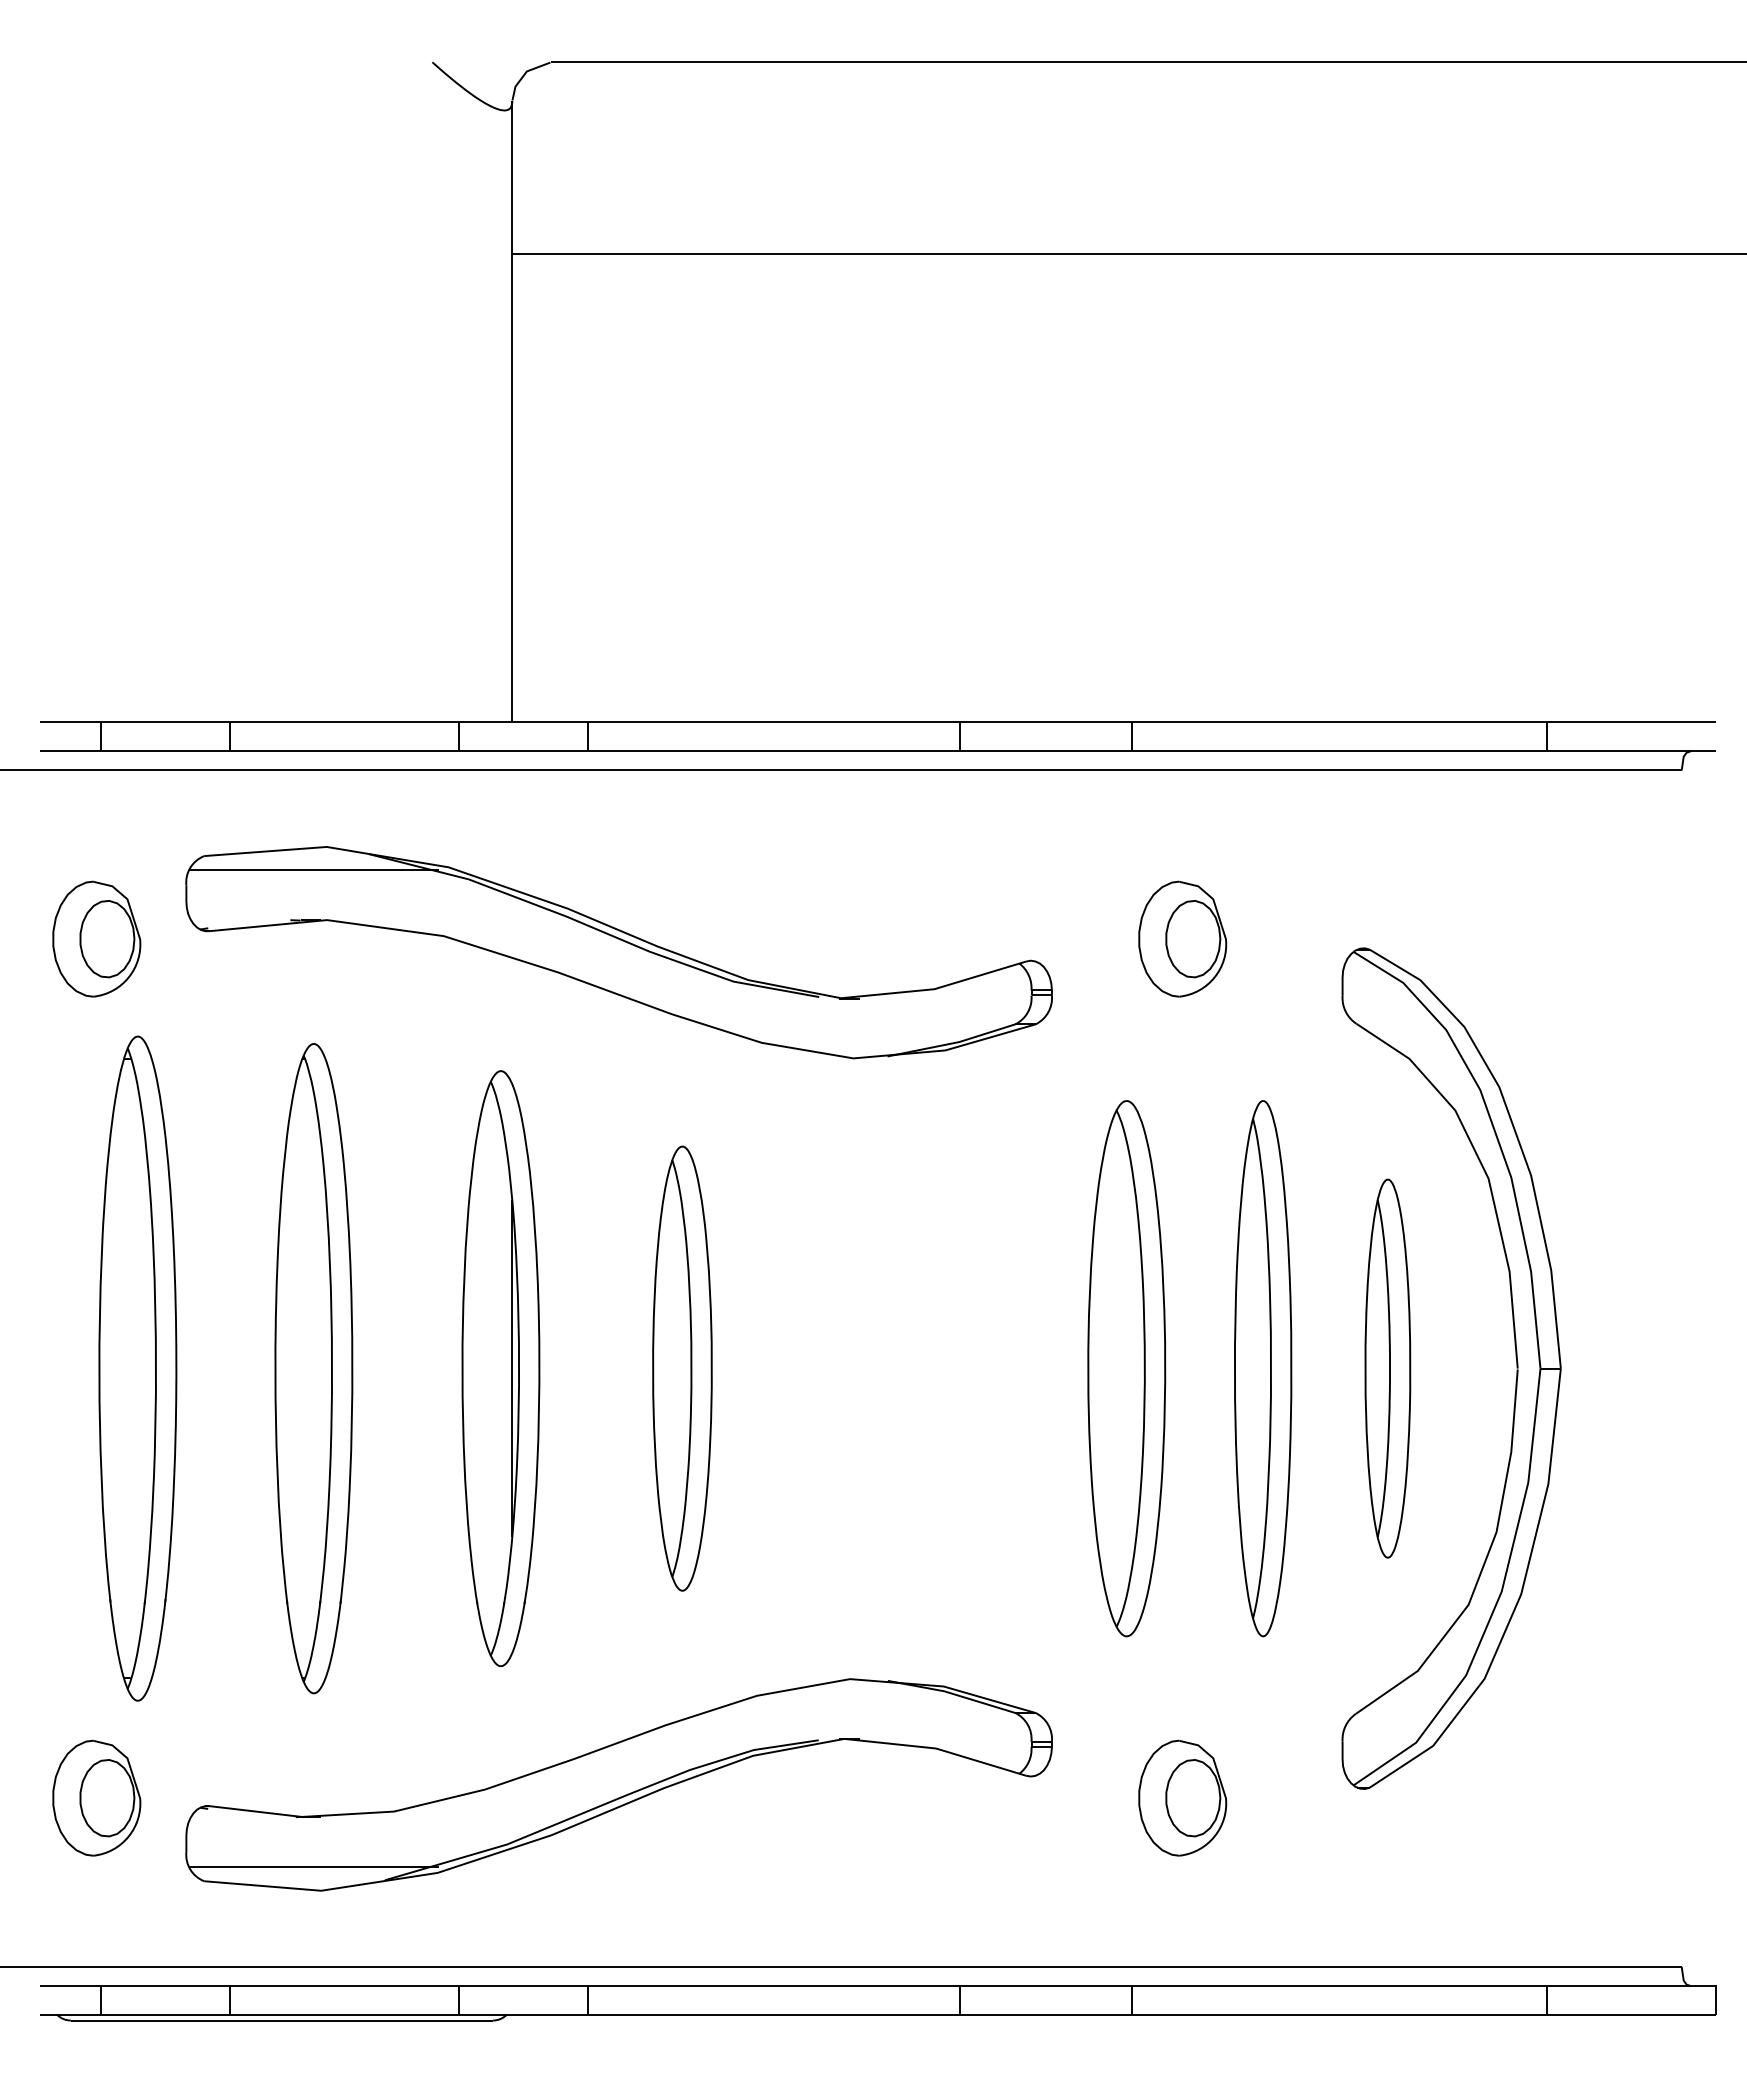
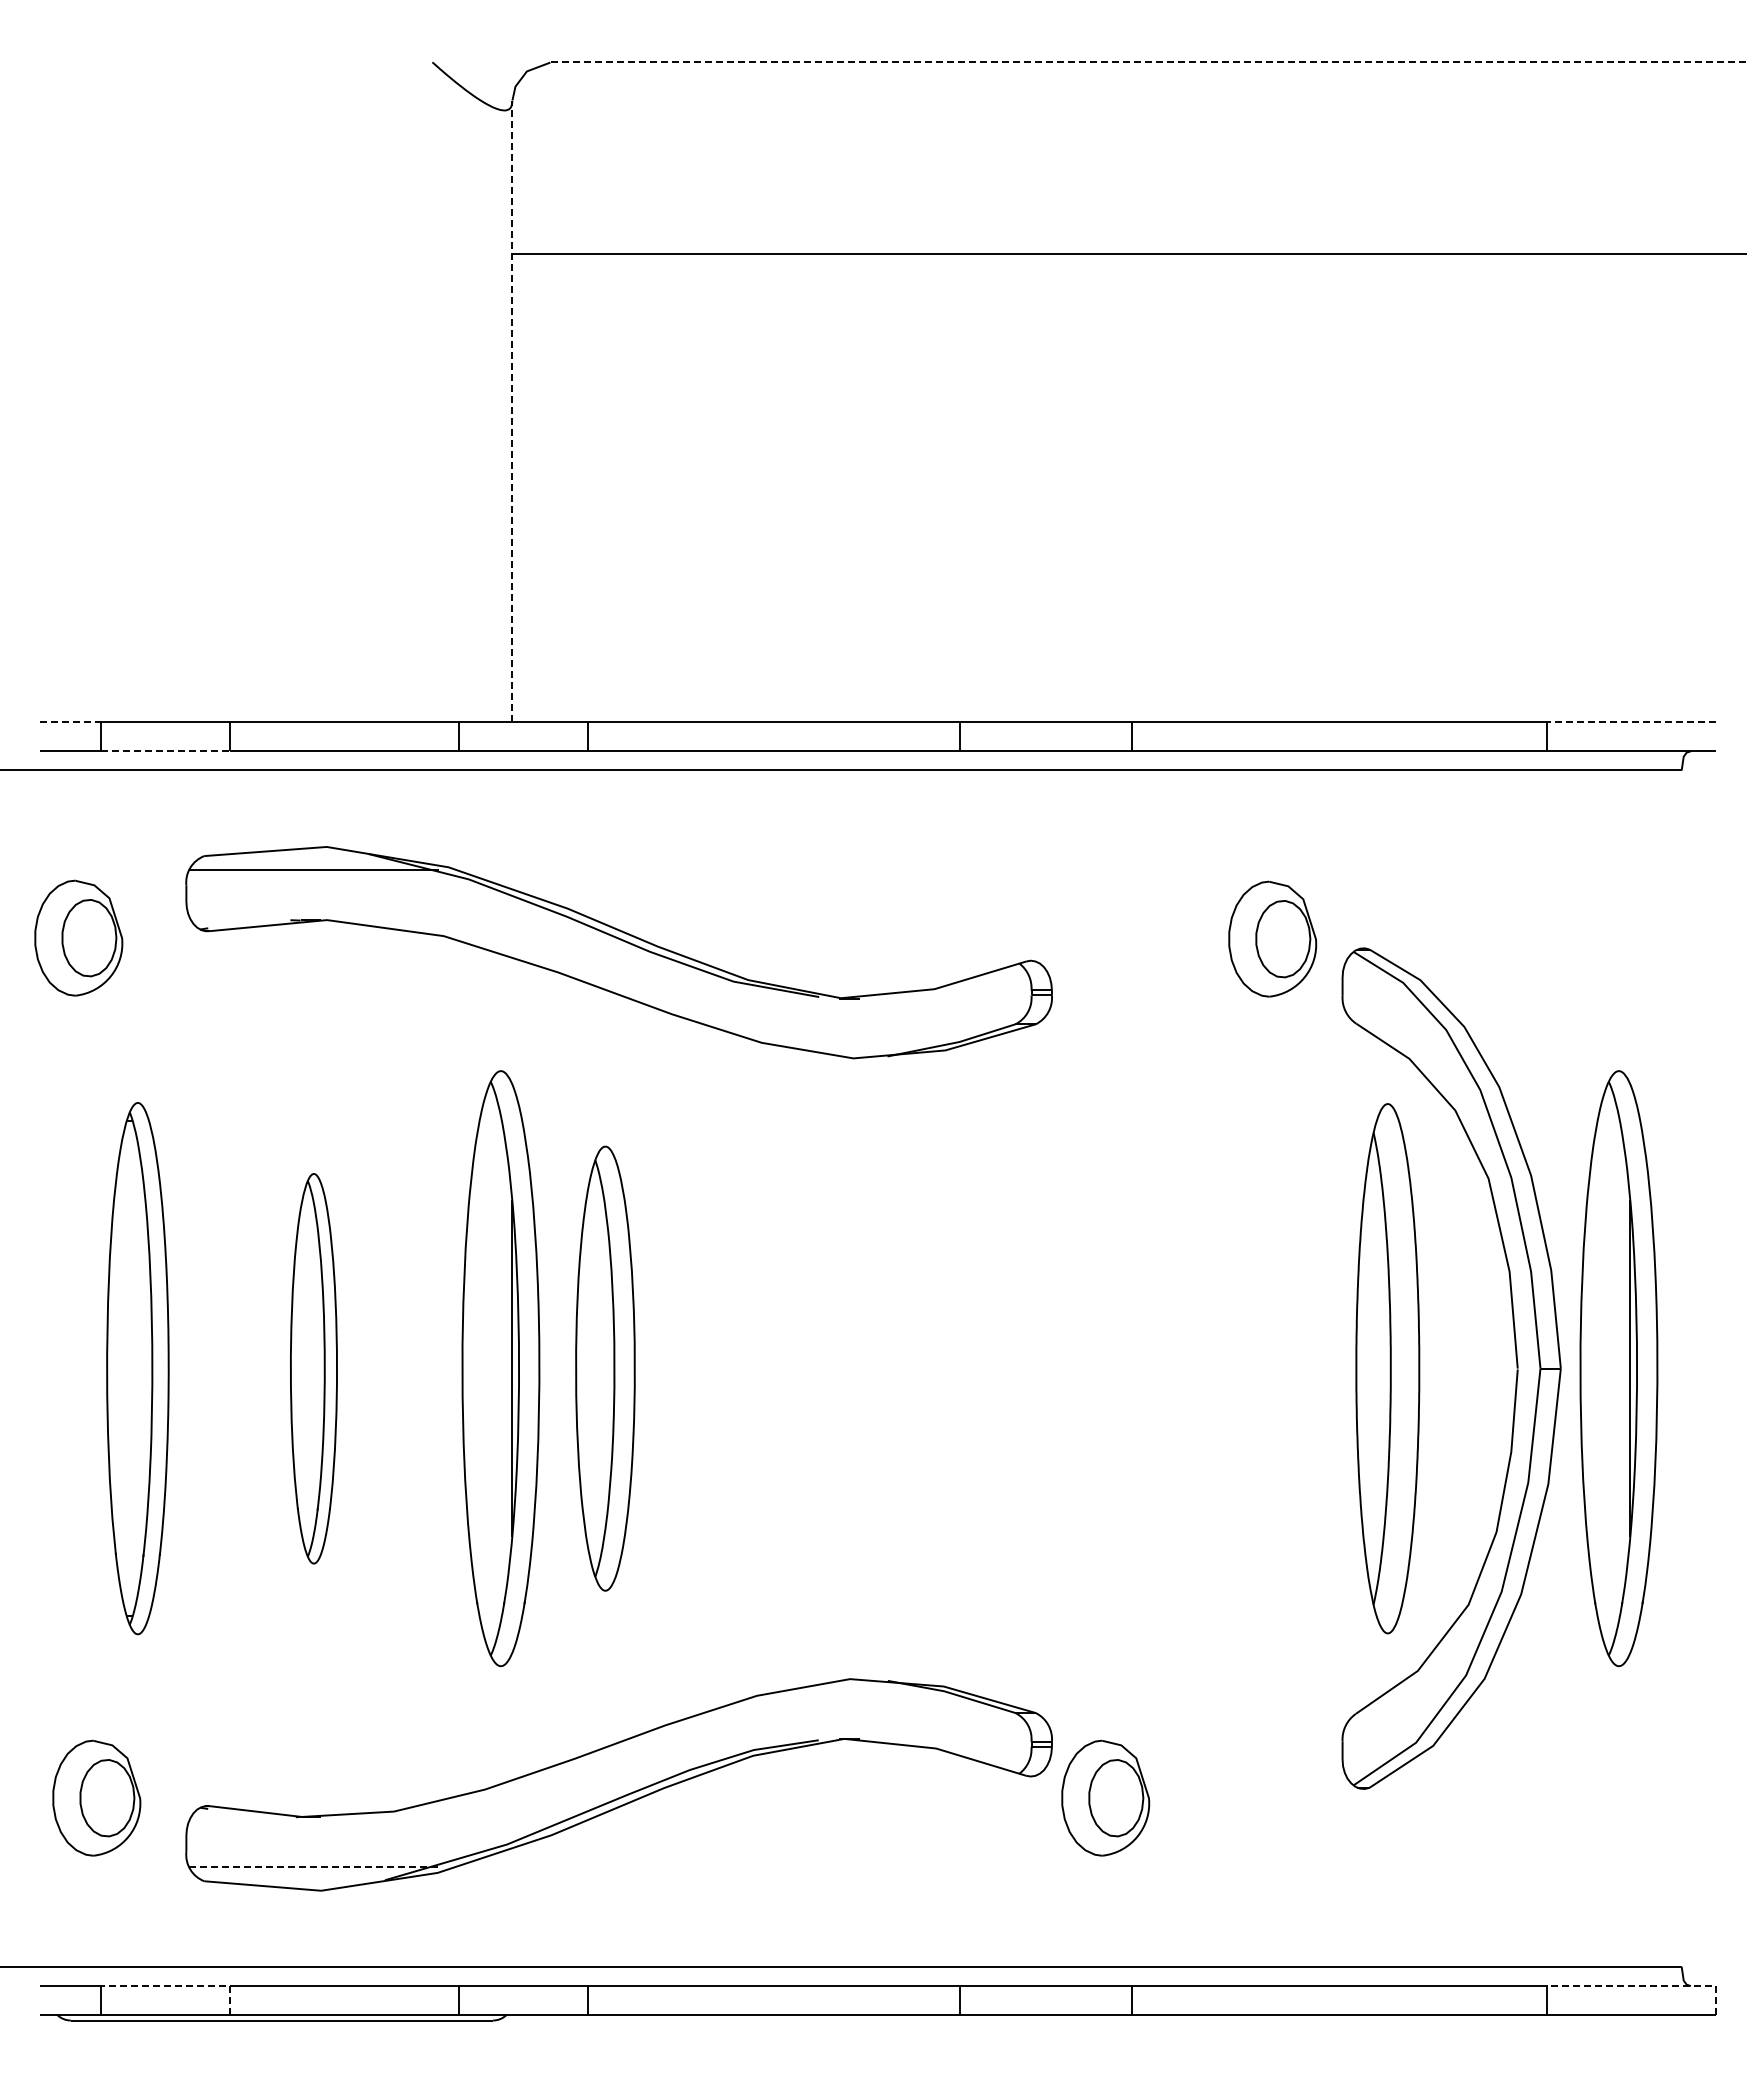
line at (1148, 62): solid -> dashed
line at (512, 411): solid -> dashed
line at (70, 722): solid -> dashed
line at (1631, 722): solid -> dashed
line at (165, 751): solid -> dashed
part at (96, 938) position: (96, 938) -> (78, 937)
part at (1182, 938) position: (1182, 938) -> (1272, 938)
part at (137, 1368) size: 80x667 px -> 64x534 px
part at (313, 1368) size: 80x652 px -> 48x392 px
part at (682, 1368) position: (682, 1368) -> (605, 1368)
part at (1126, 1368): present -> none
part at (1263, 1368): present -> none
part at (1387, 1368) size: 48x381 px -> 66x532 px
part at (1618, 1368): none -> present
part at (1182, 1797) position: (1182, 1797) -> (1105, 1797)
line at (314, 1866): solid -> dashed
line at (180, 1986): solid -> dashed
line at (1646, 1986): solid -> dashed
